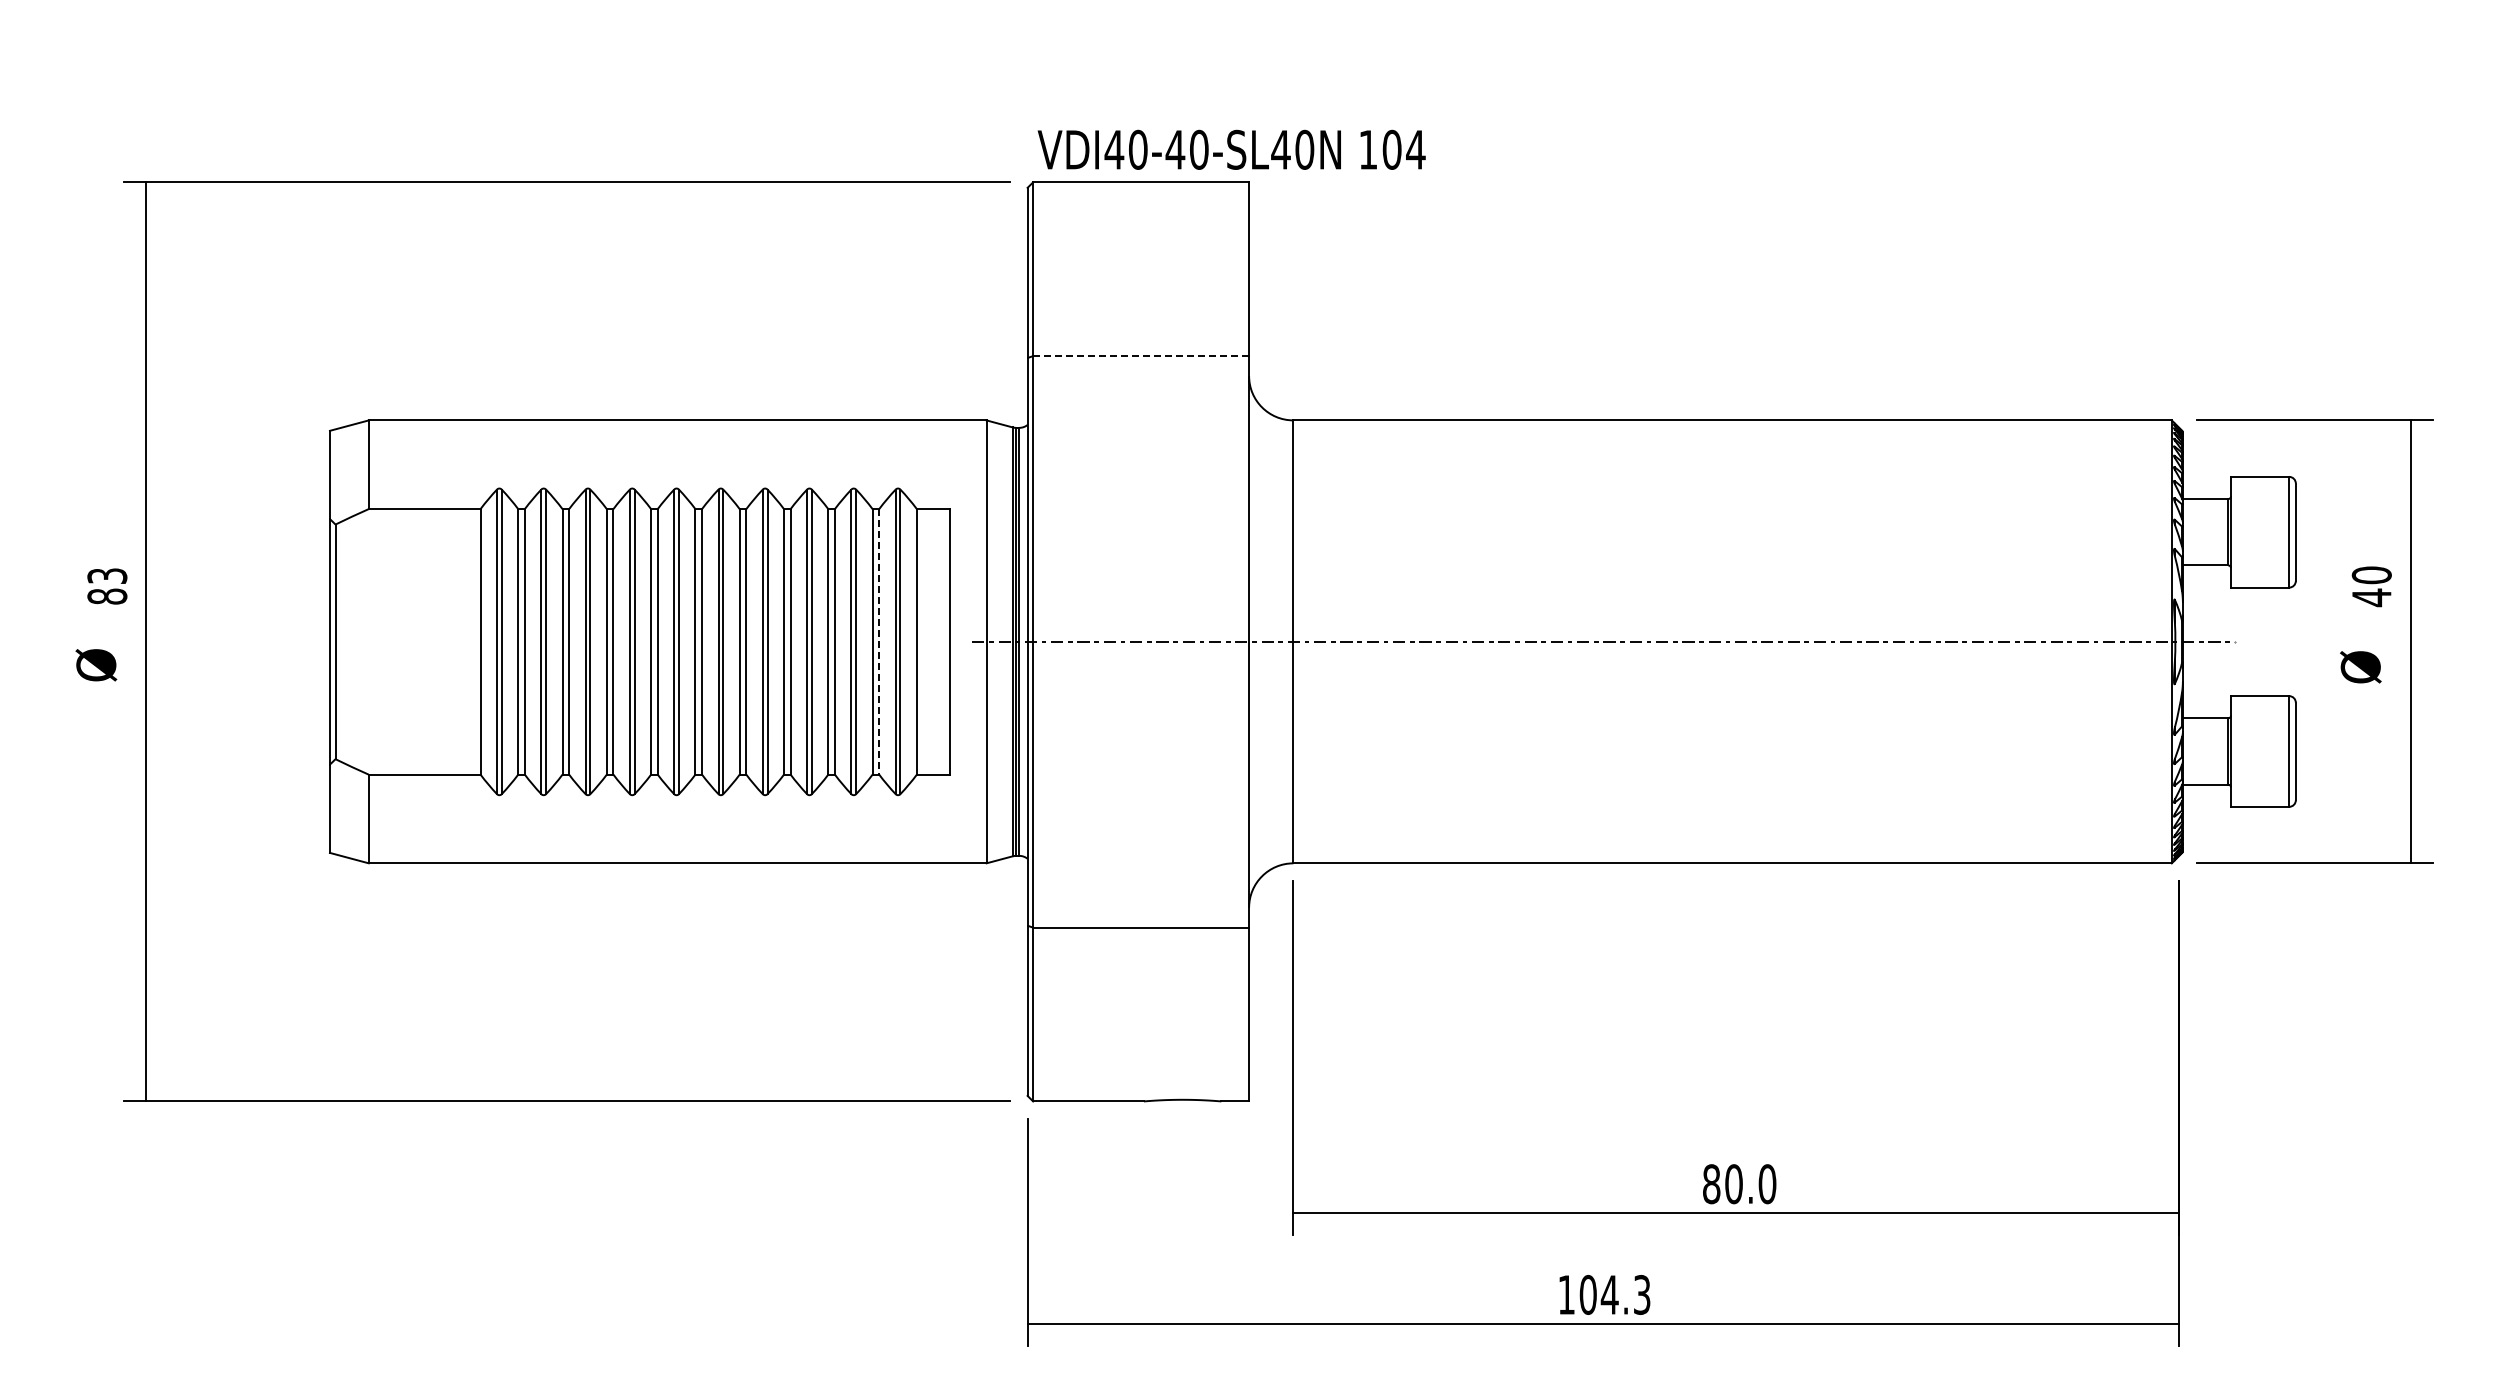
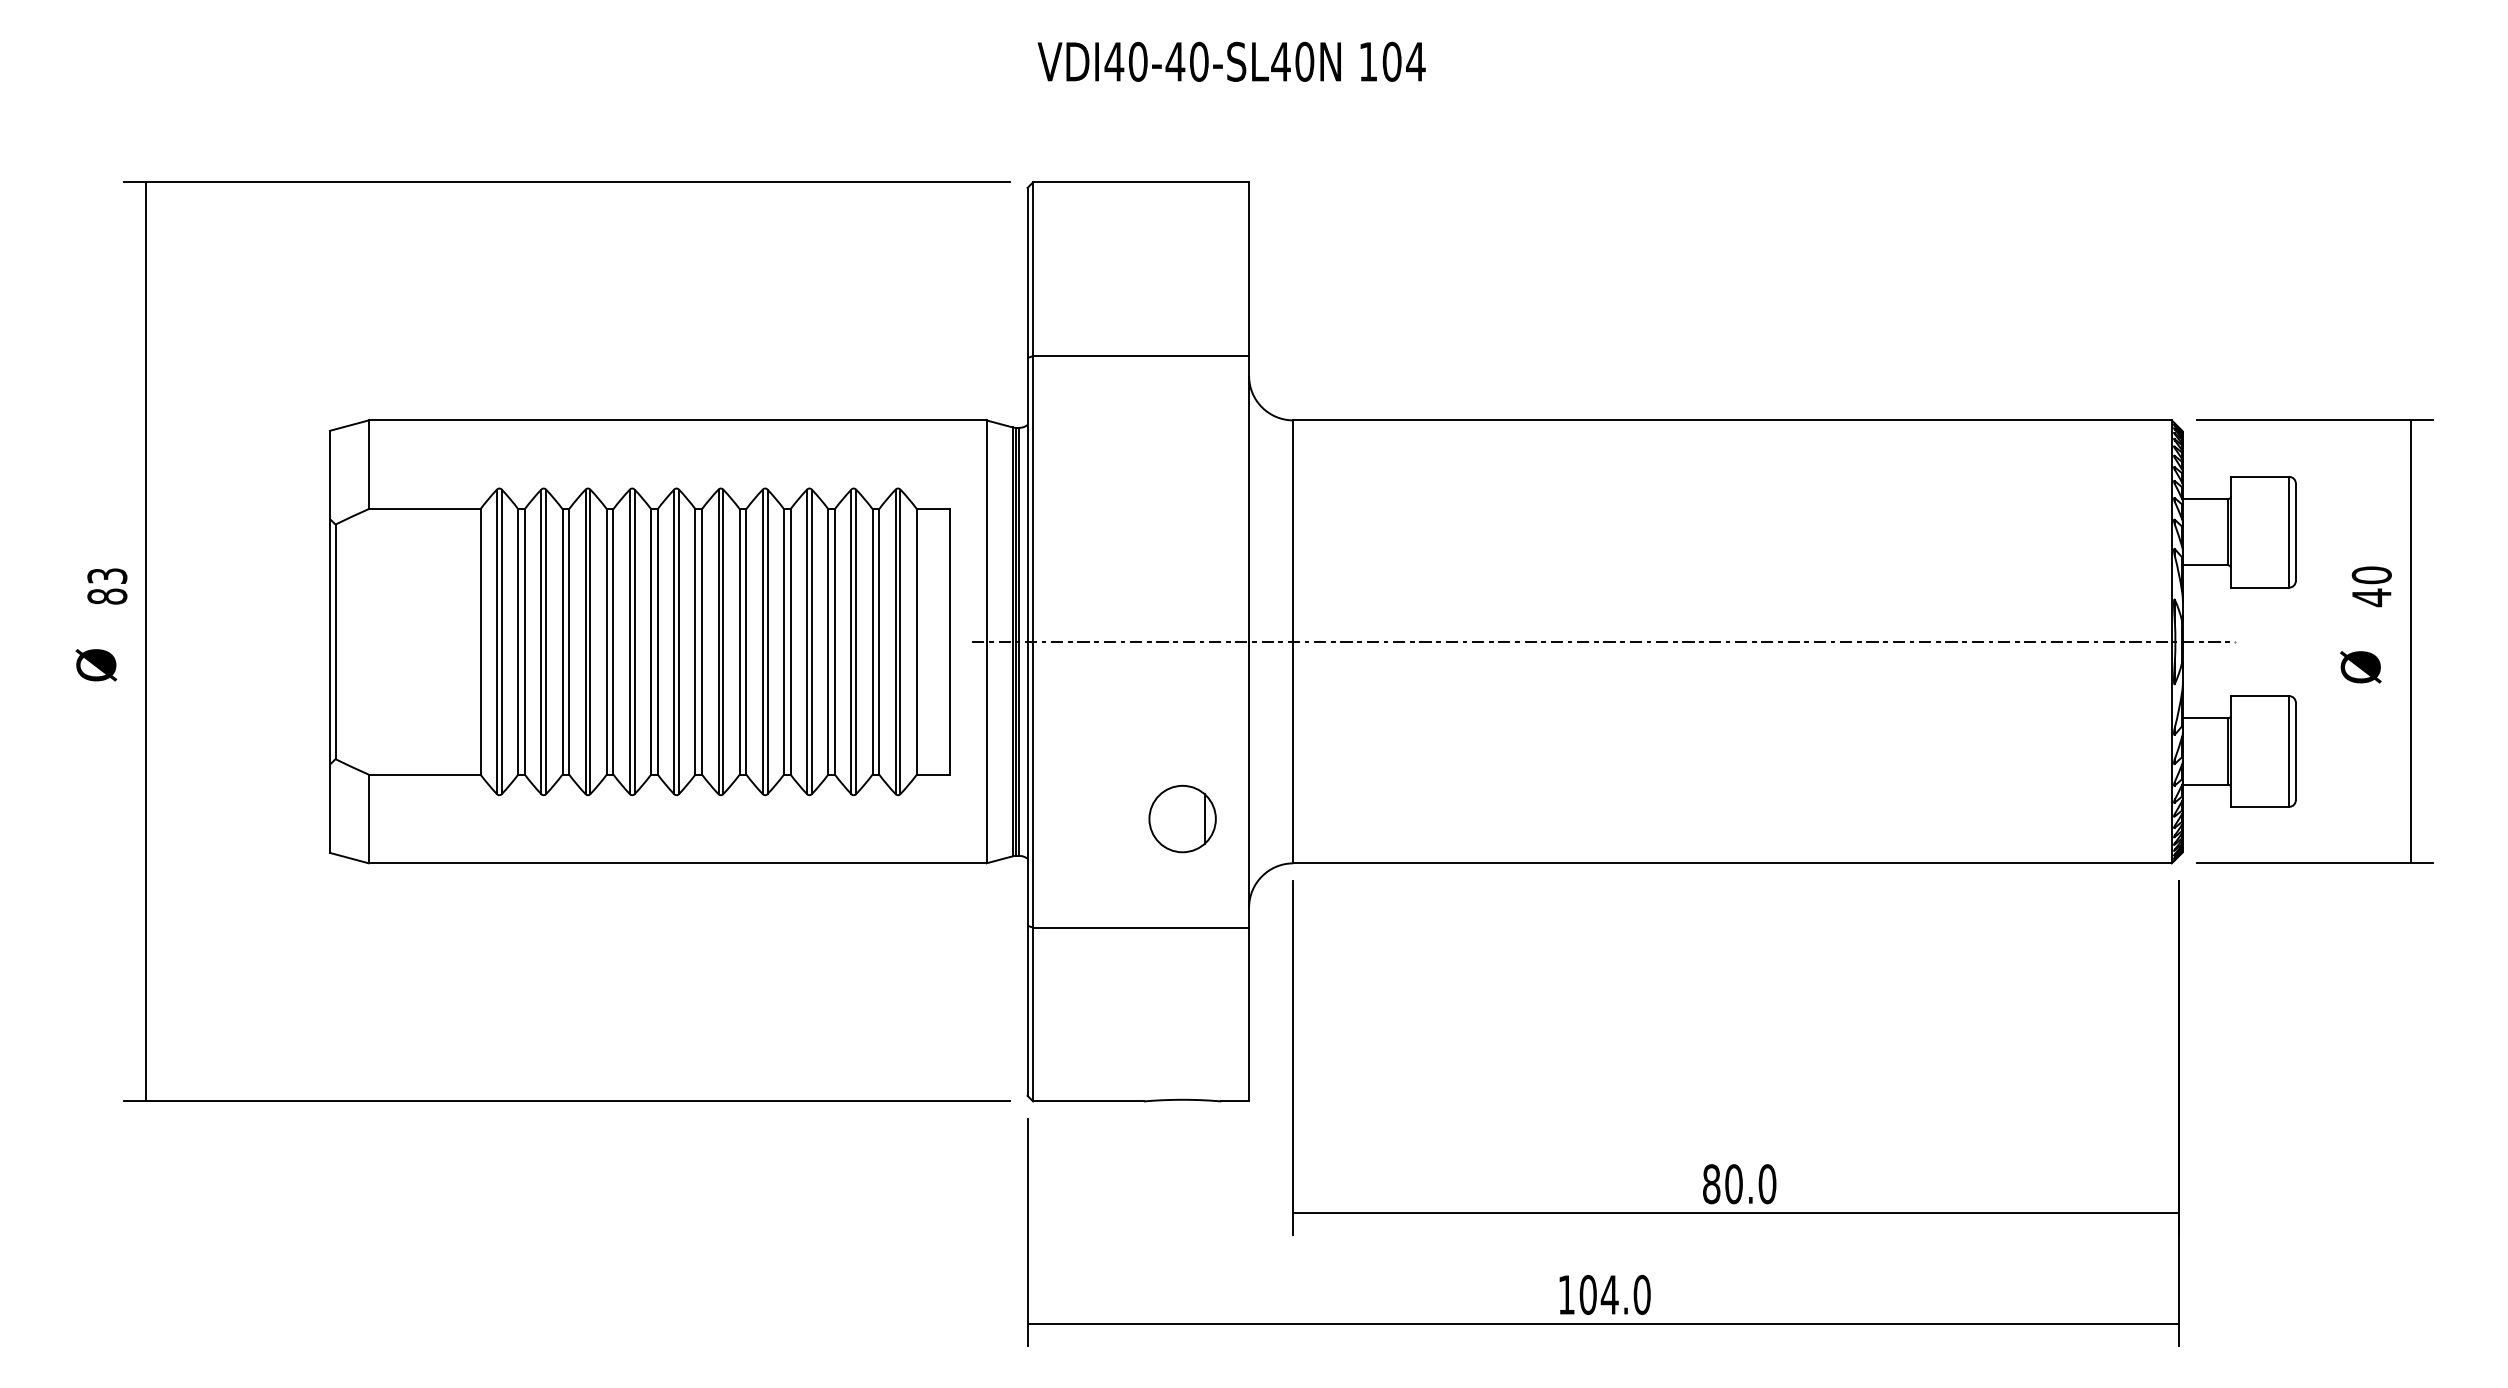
text at (1231, 149) position: (1231, 149) -> (1231, 61)
line at (1141, 356): dashed -> solid
line at (879, 641): dashed -> solid
part at (1182, 819): none -> present
text at (1641, 1294): 104.3 -> 104.0
